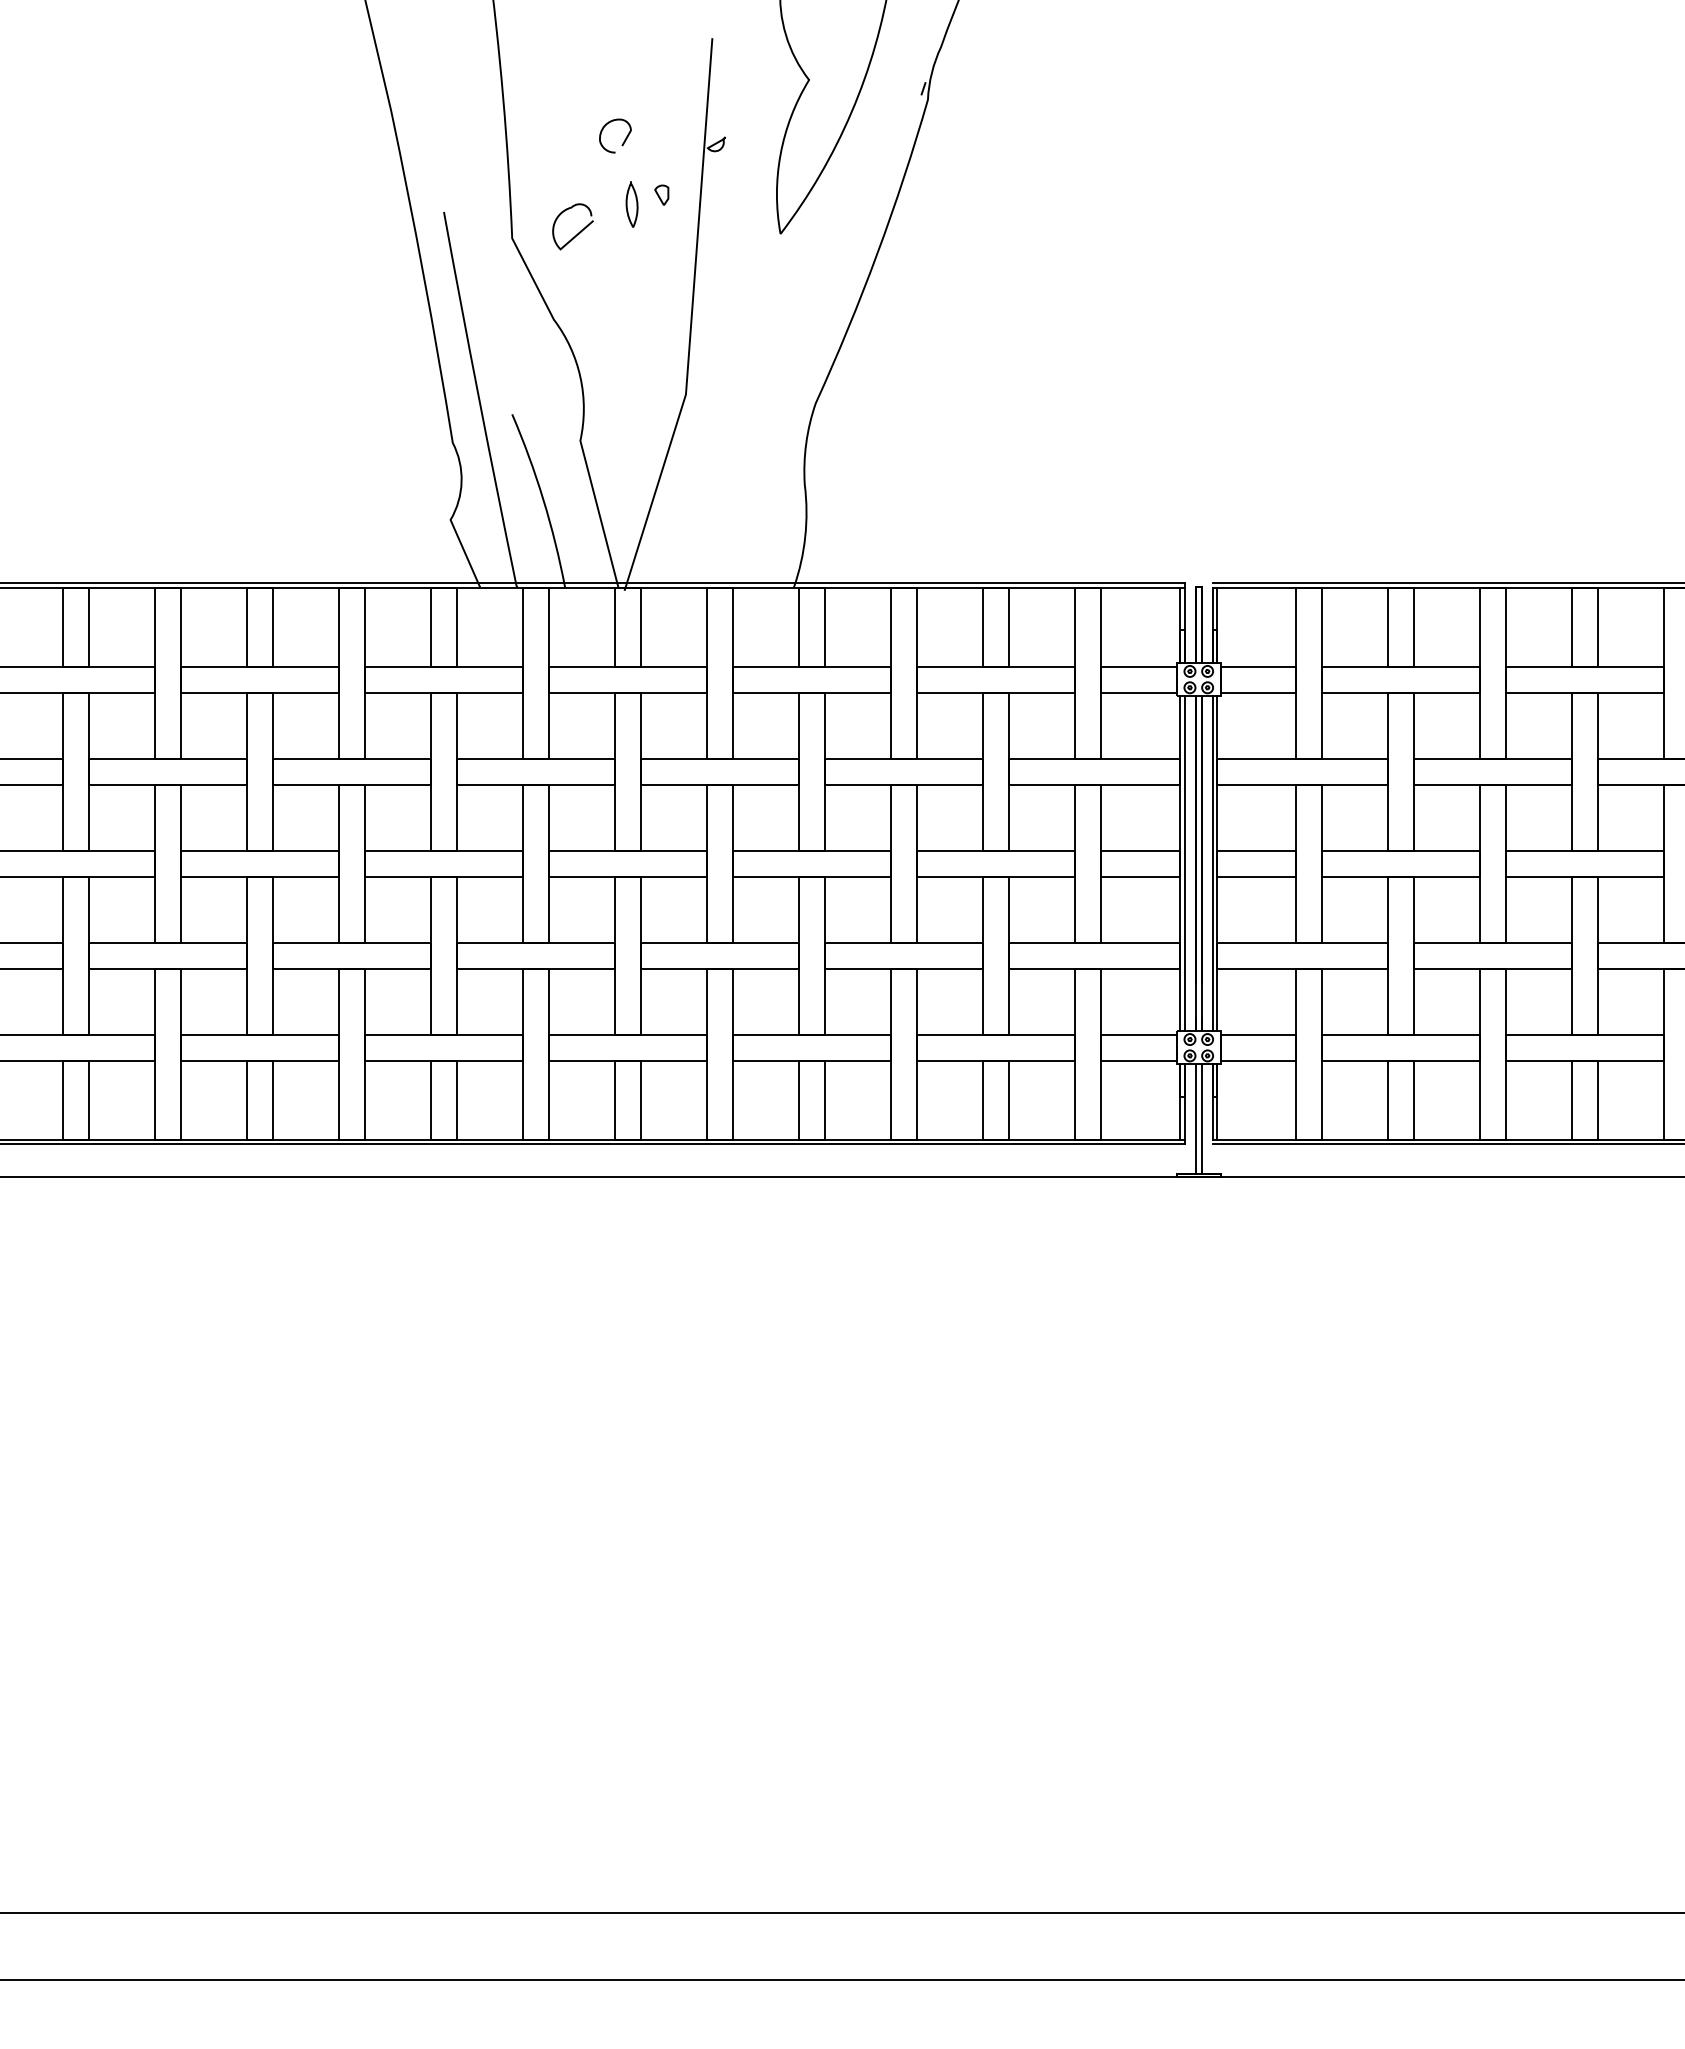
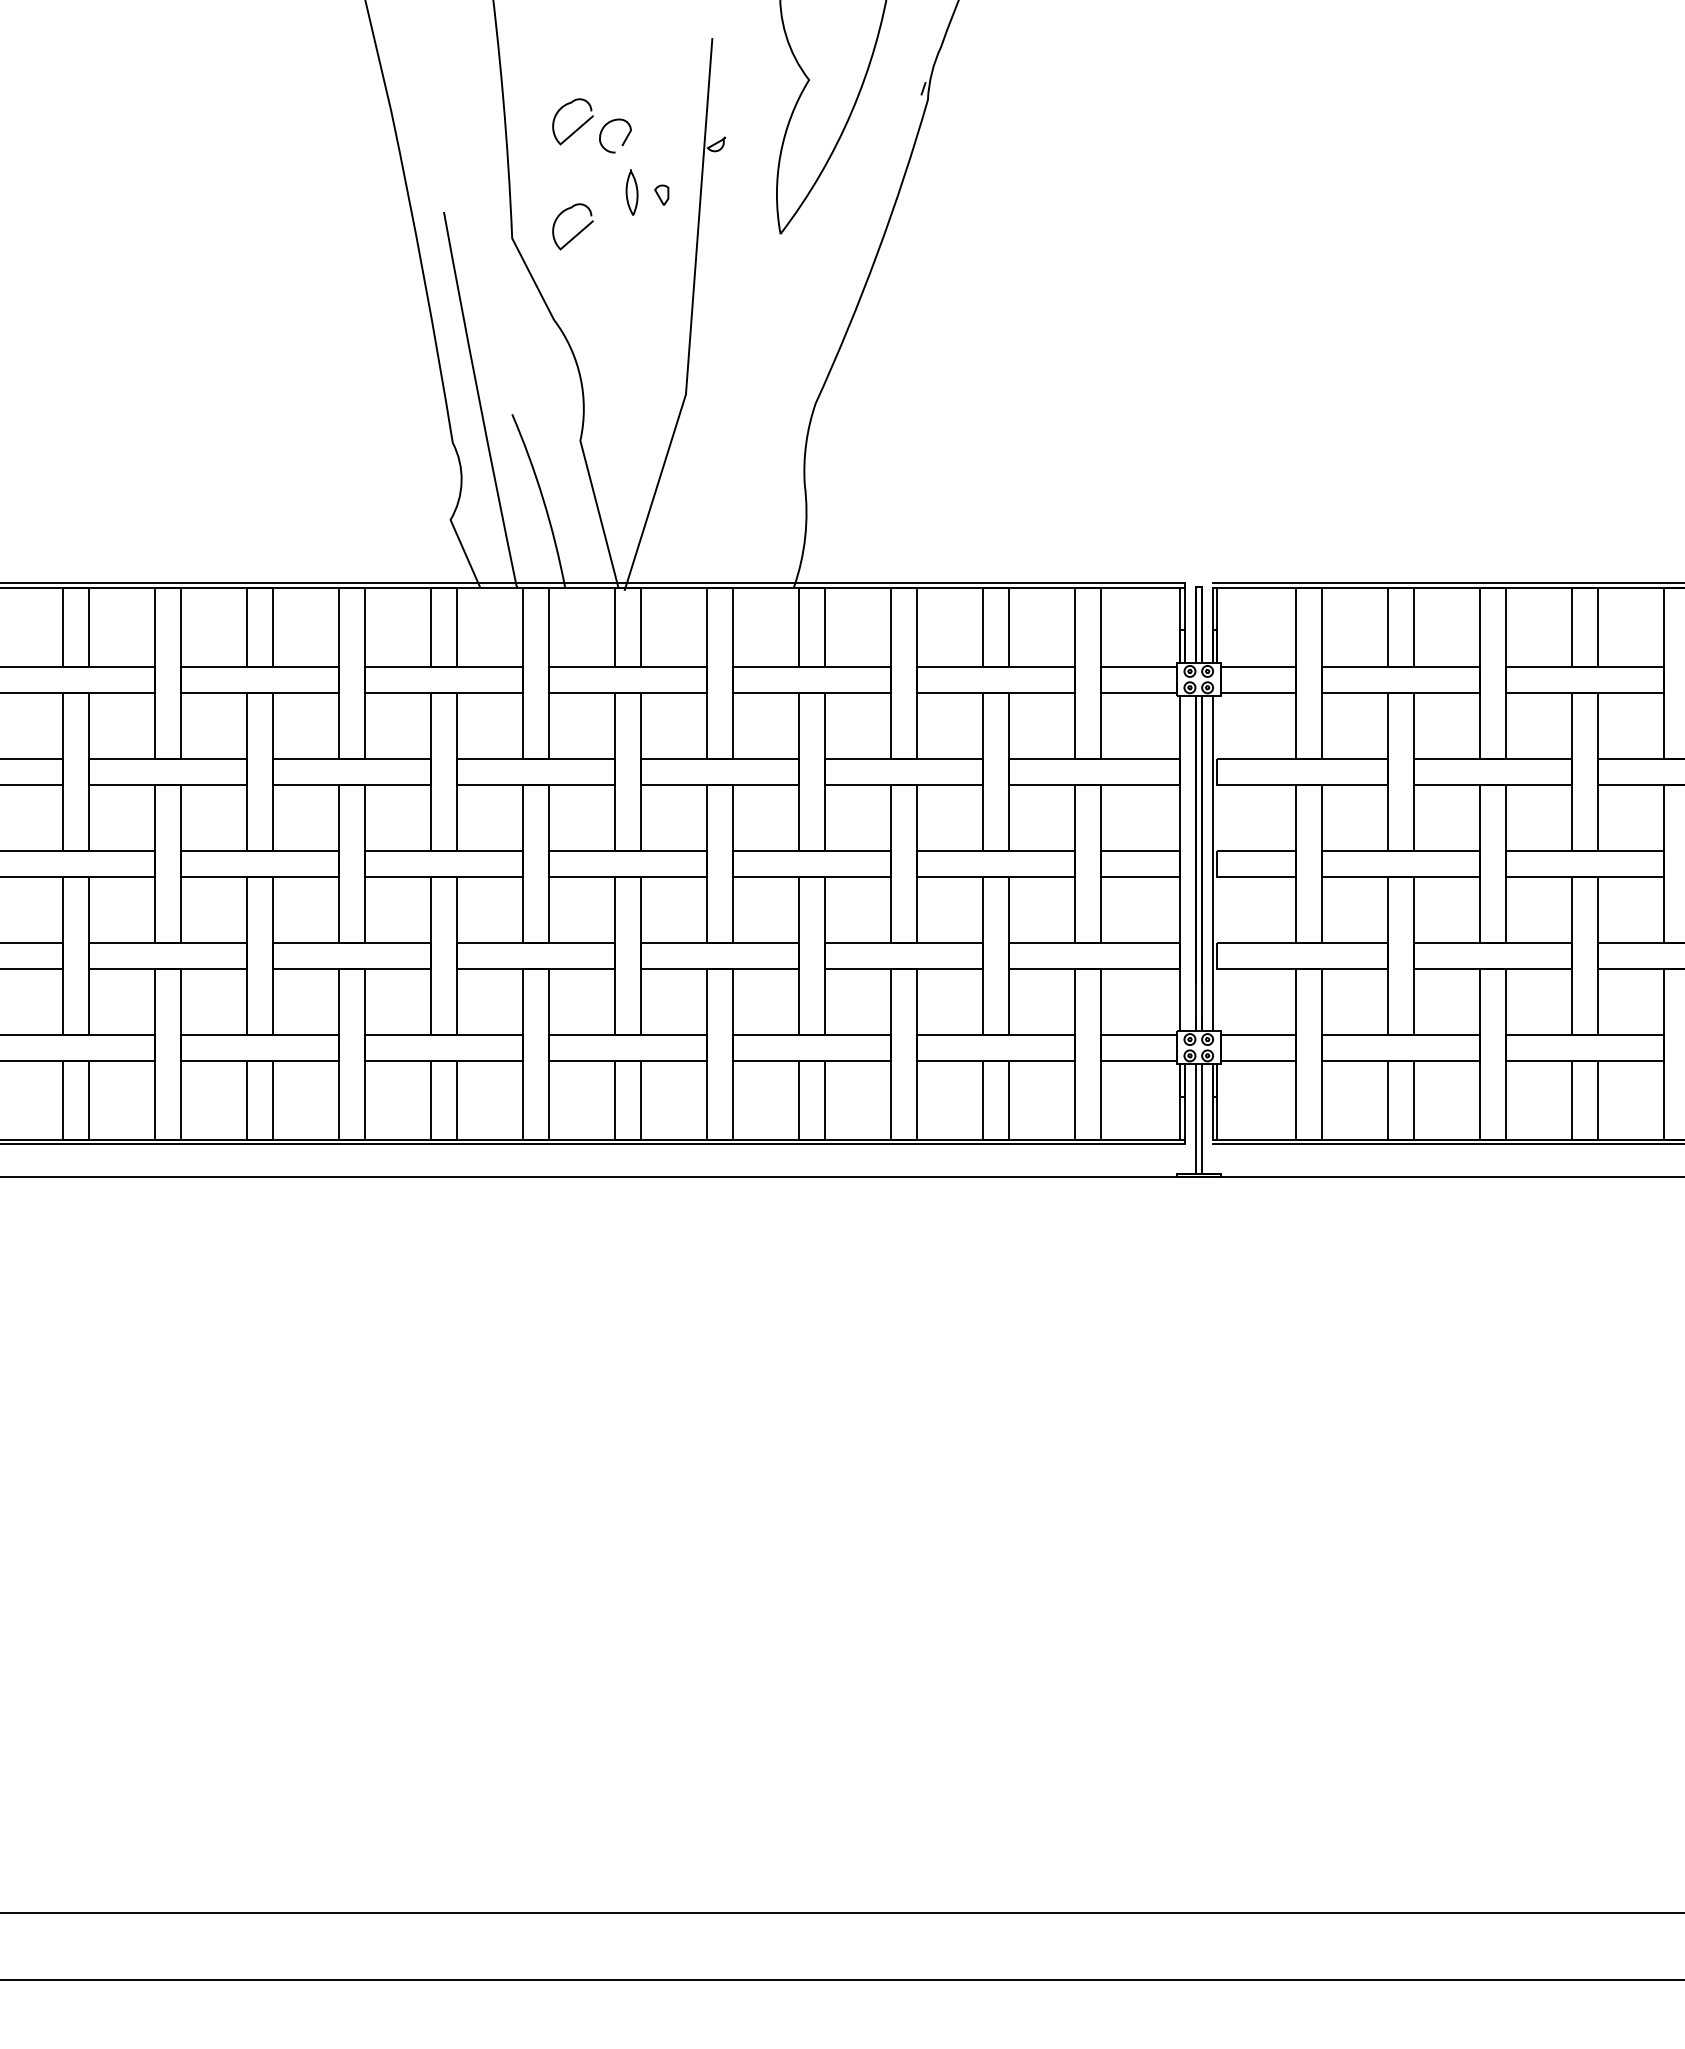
curve at (578, 127): none -> present
curve at (627, 204) position: (627, 204) -> (627, 192)
line at (1184, 863): present -> none
line at (1217, 863): present -> none
